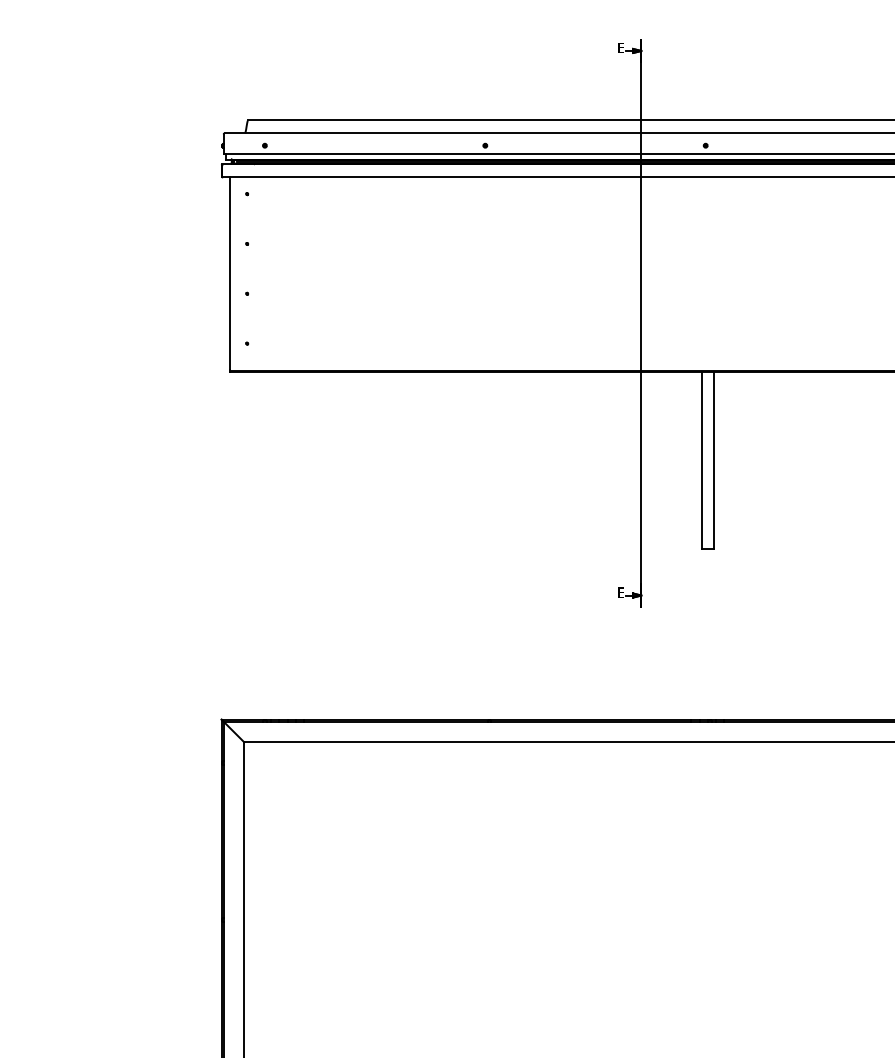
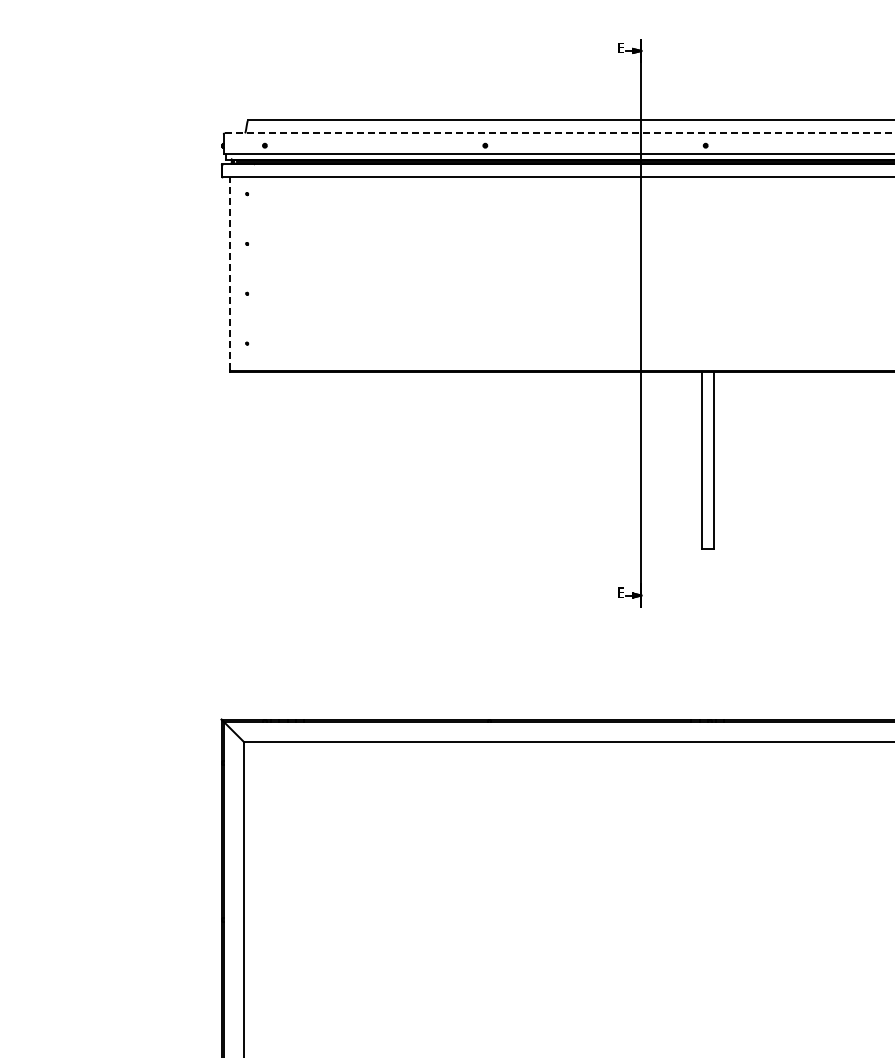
line at (559, 133): solid -> dashed
line at (229, 273): solid -> dashed
